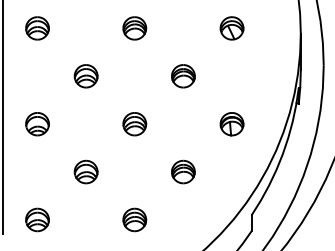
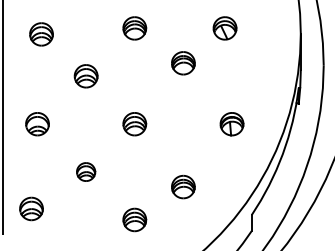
part at (37, 28) position: (37, 28) -> (41, 34)
part at (231, 28) position: (231, 28) -> (224, 28)
part at (183, 76) position: (183, 76) -> (183, 63)
part at (85, 171) size: 26x26 px -> 21x20 px
part at (183, 171) position: (183, 171) -> (183, 186)
part at (37, 219) position: (37, 219) -> (31, 208)
